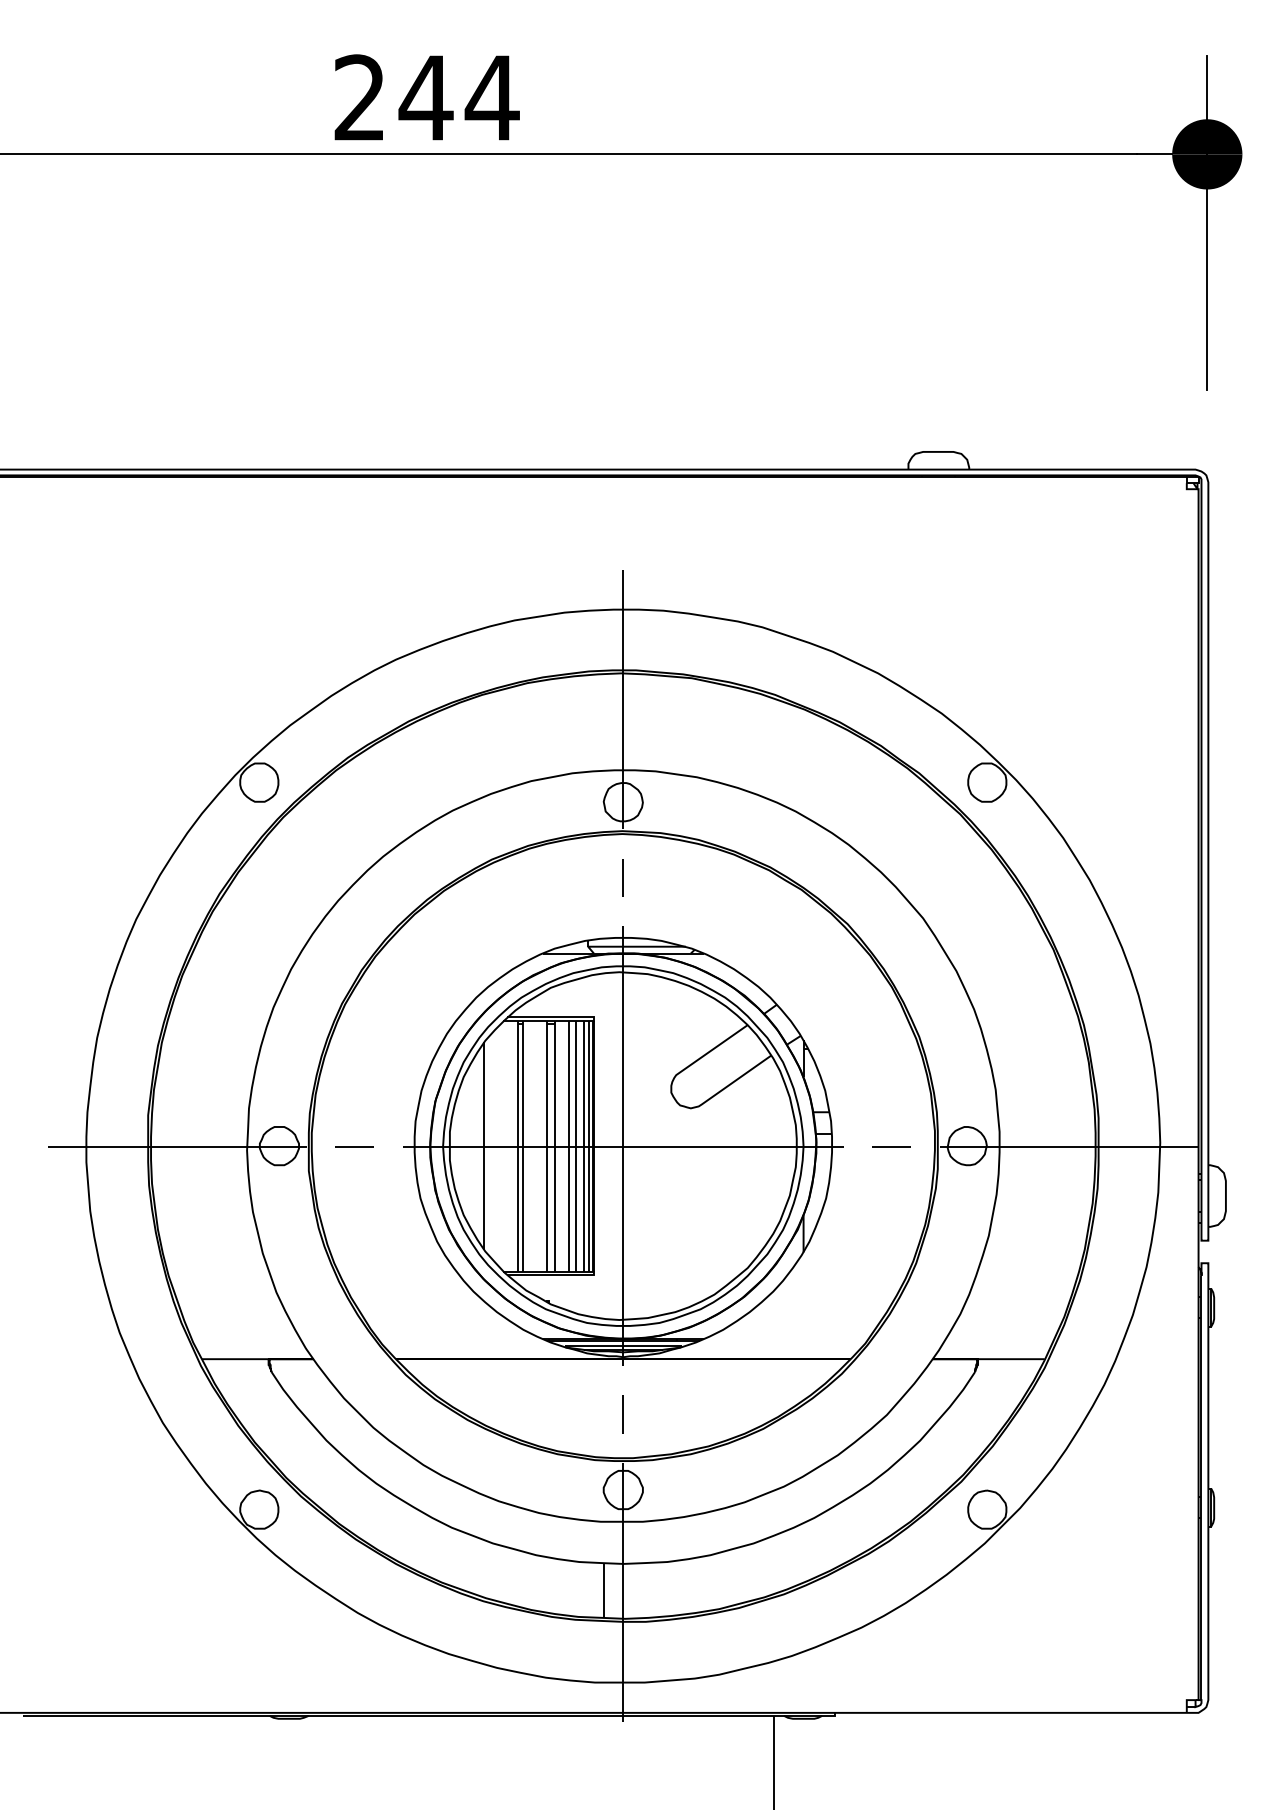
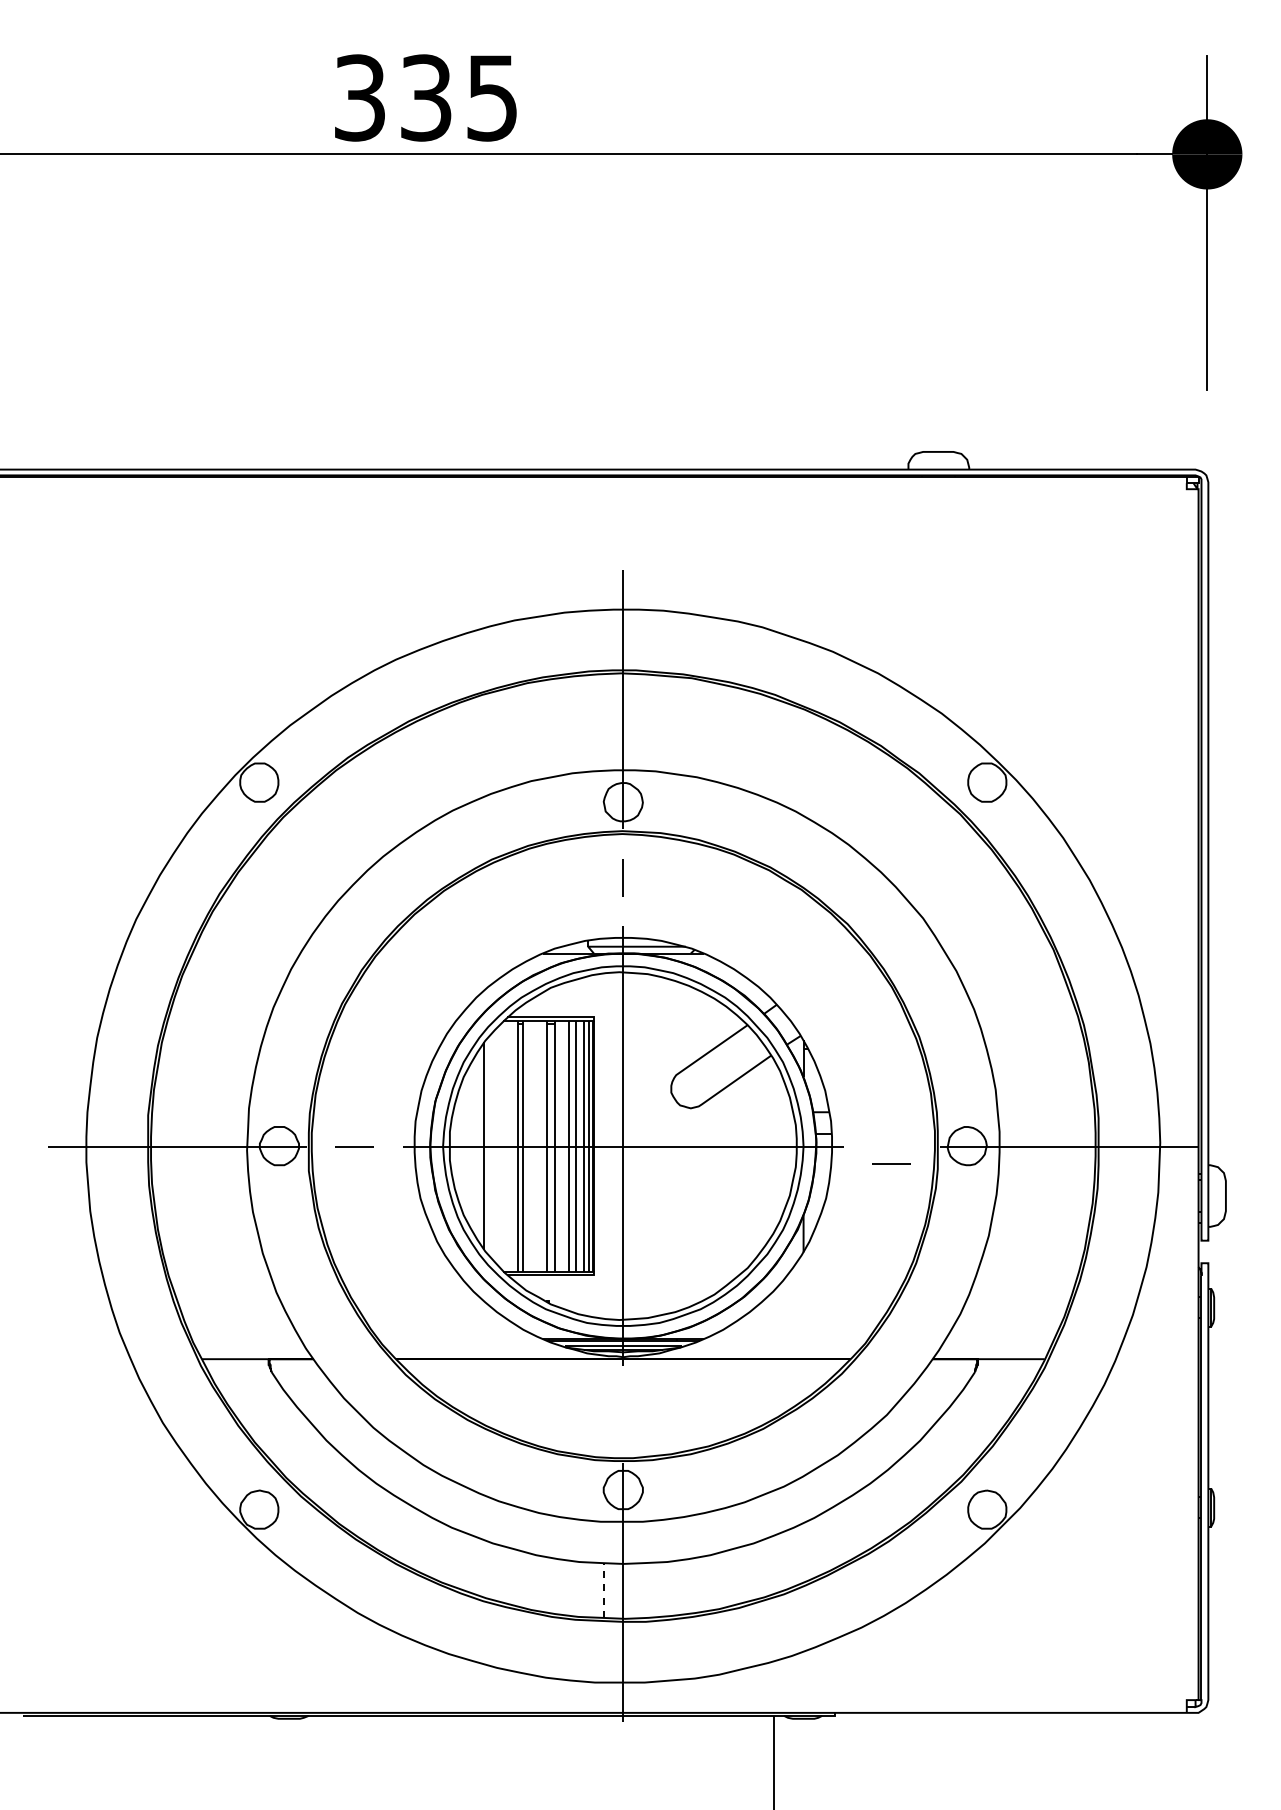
text at (426, 97): 244 -> 335
line at (891, 1146) position: (891, 1146) -> (891, 1163)
line at (622, 1414): present -> none
line at (603, 1590): solid -> dashed
